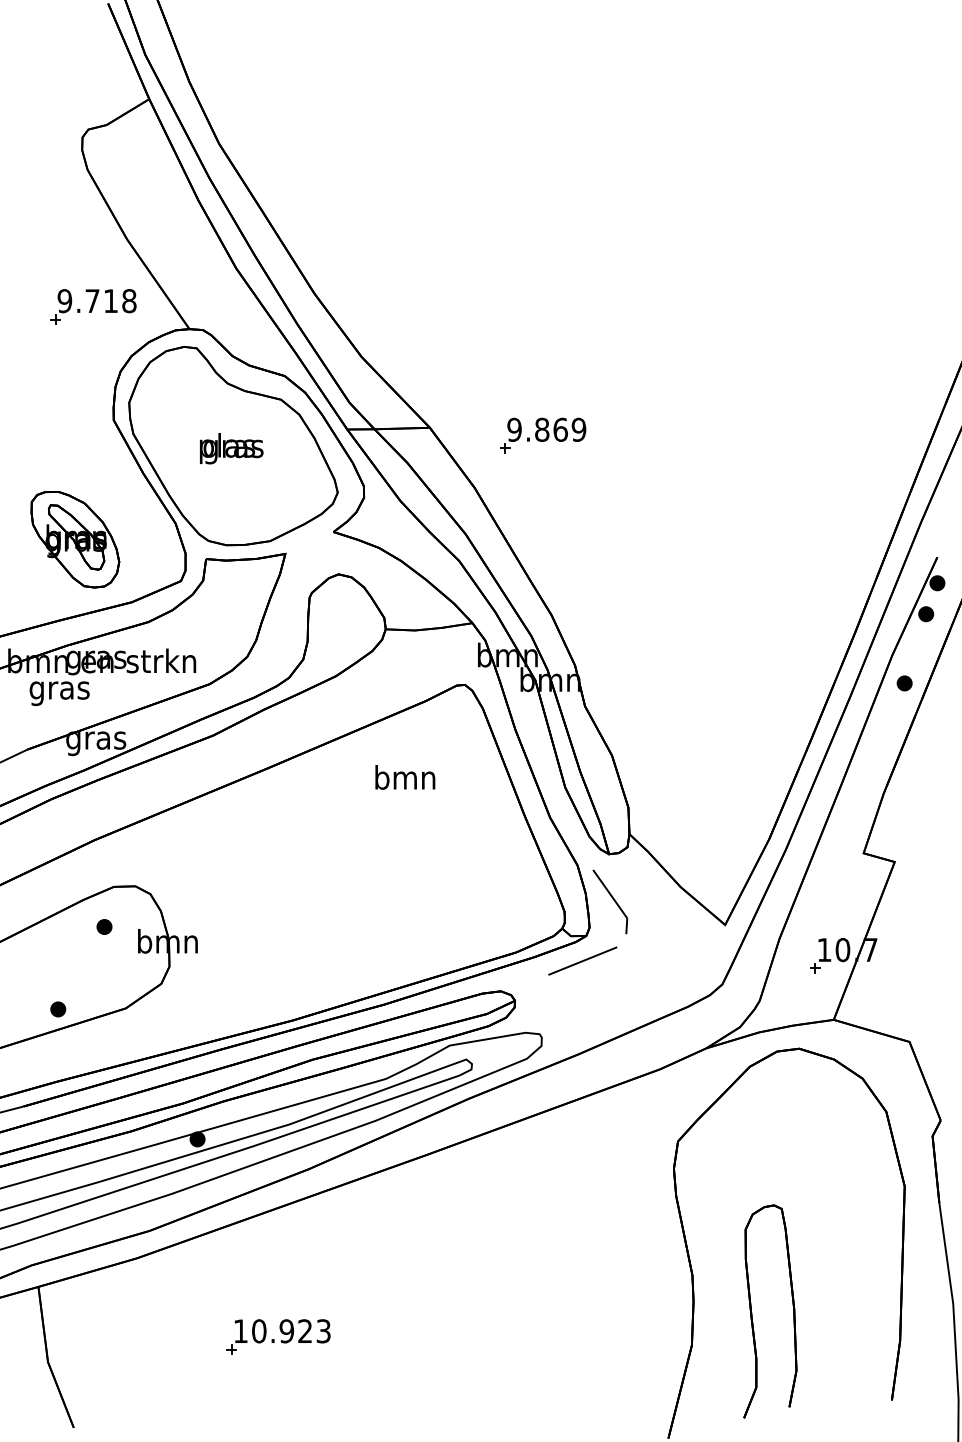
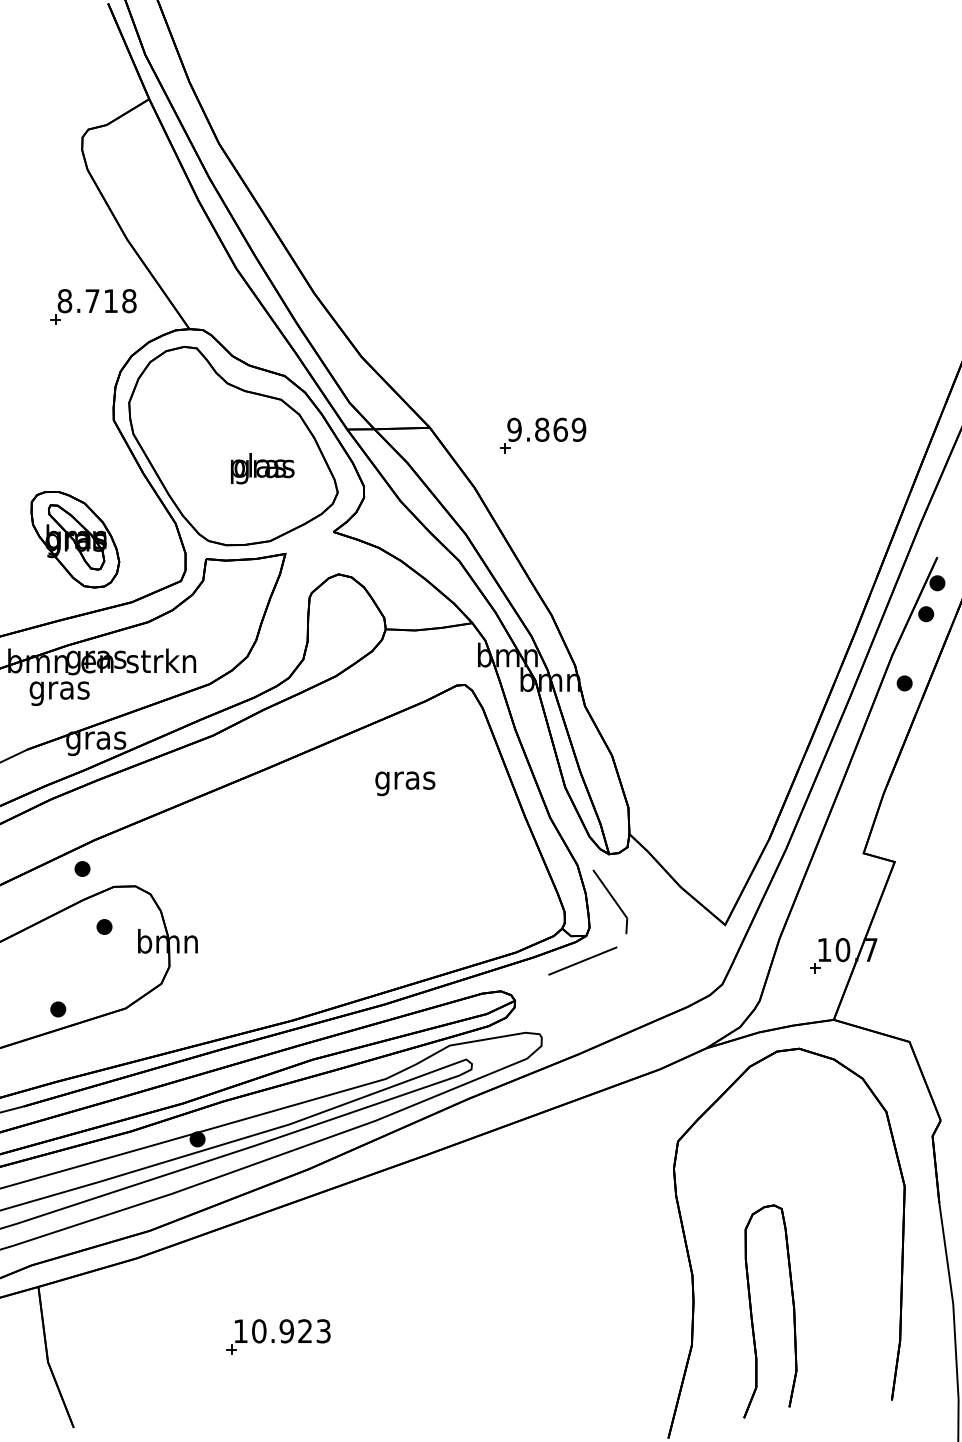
text at (64, 301): 9.718 -> 8.718
text at (231, 448) position: (231, 448) -> (262, 468)
text at (405, 780): bmn -> gras
part at (82, 868): none -> present
